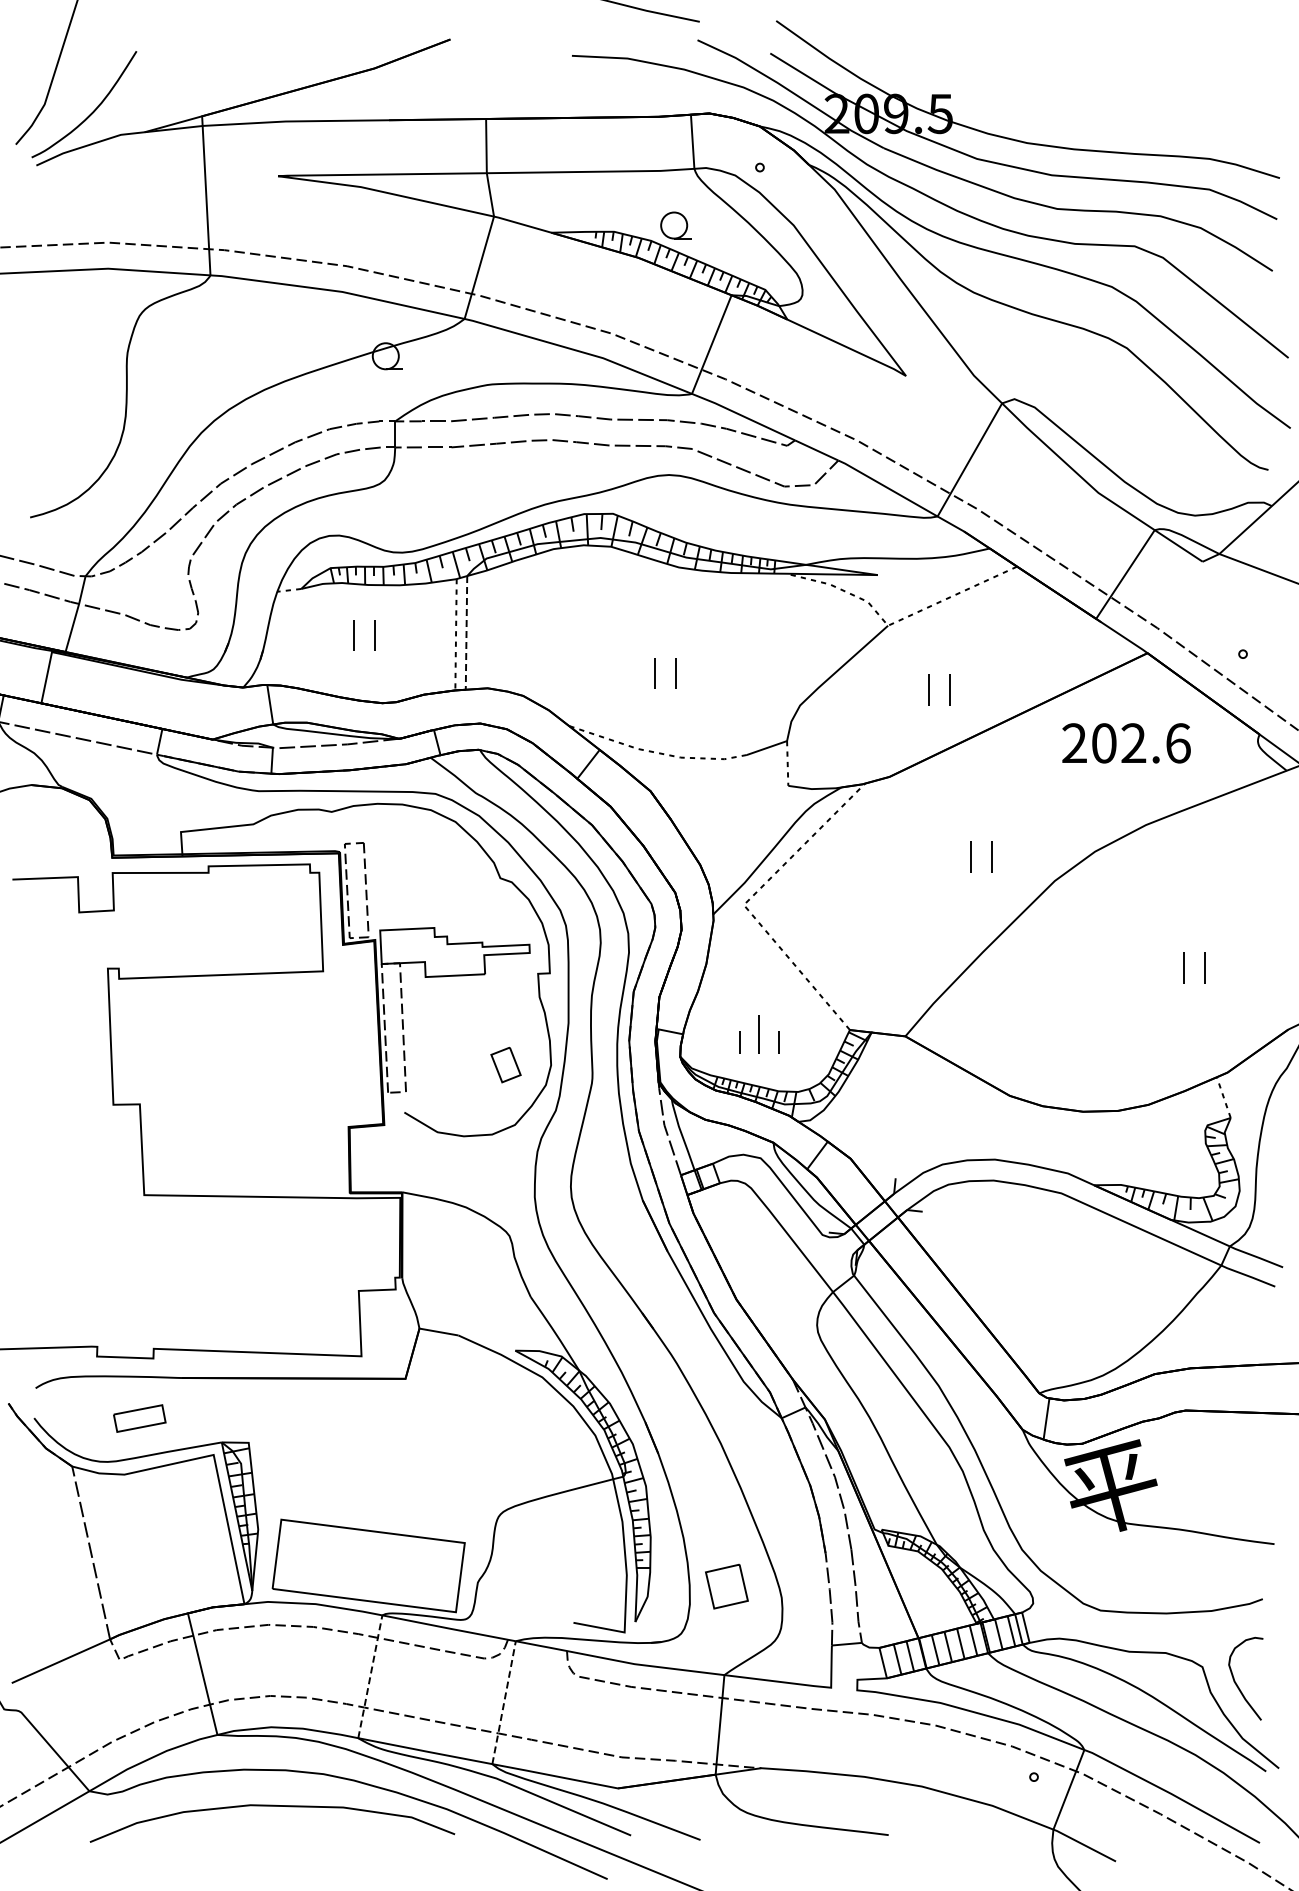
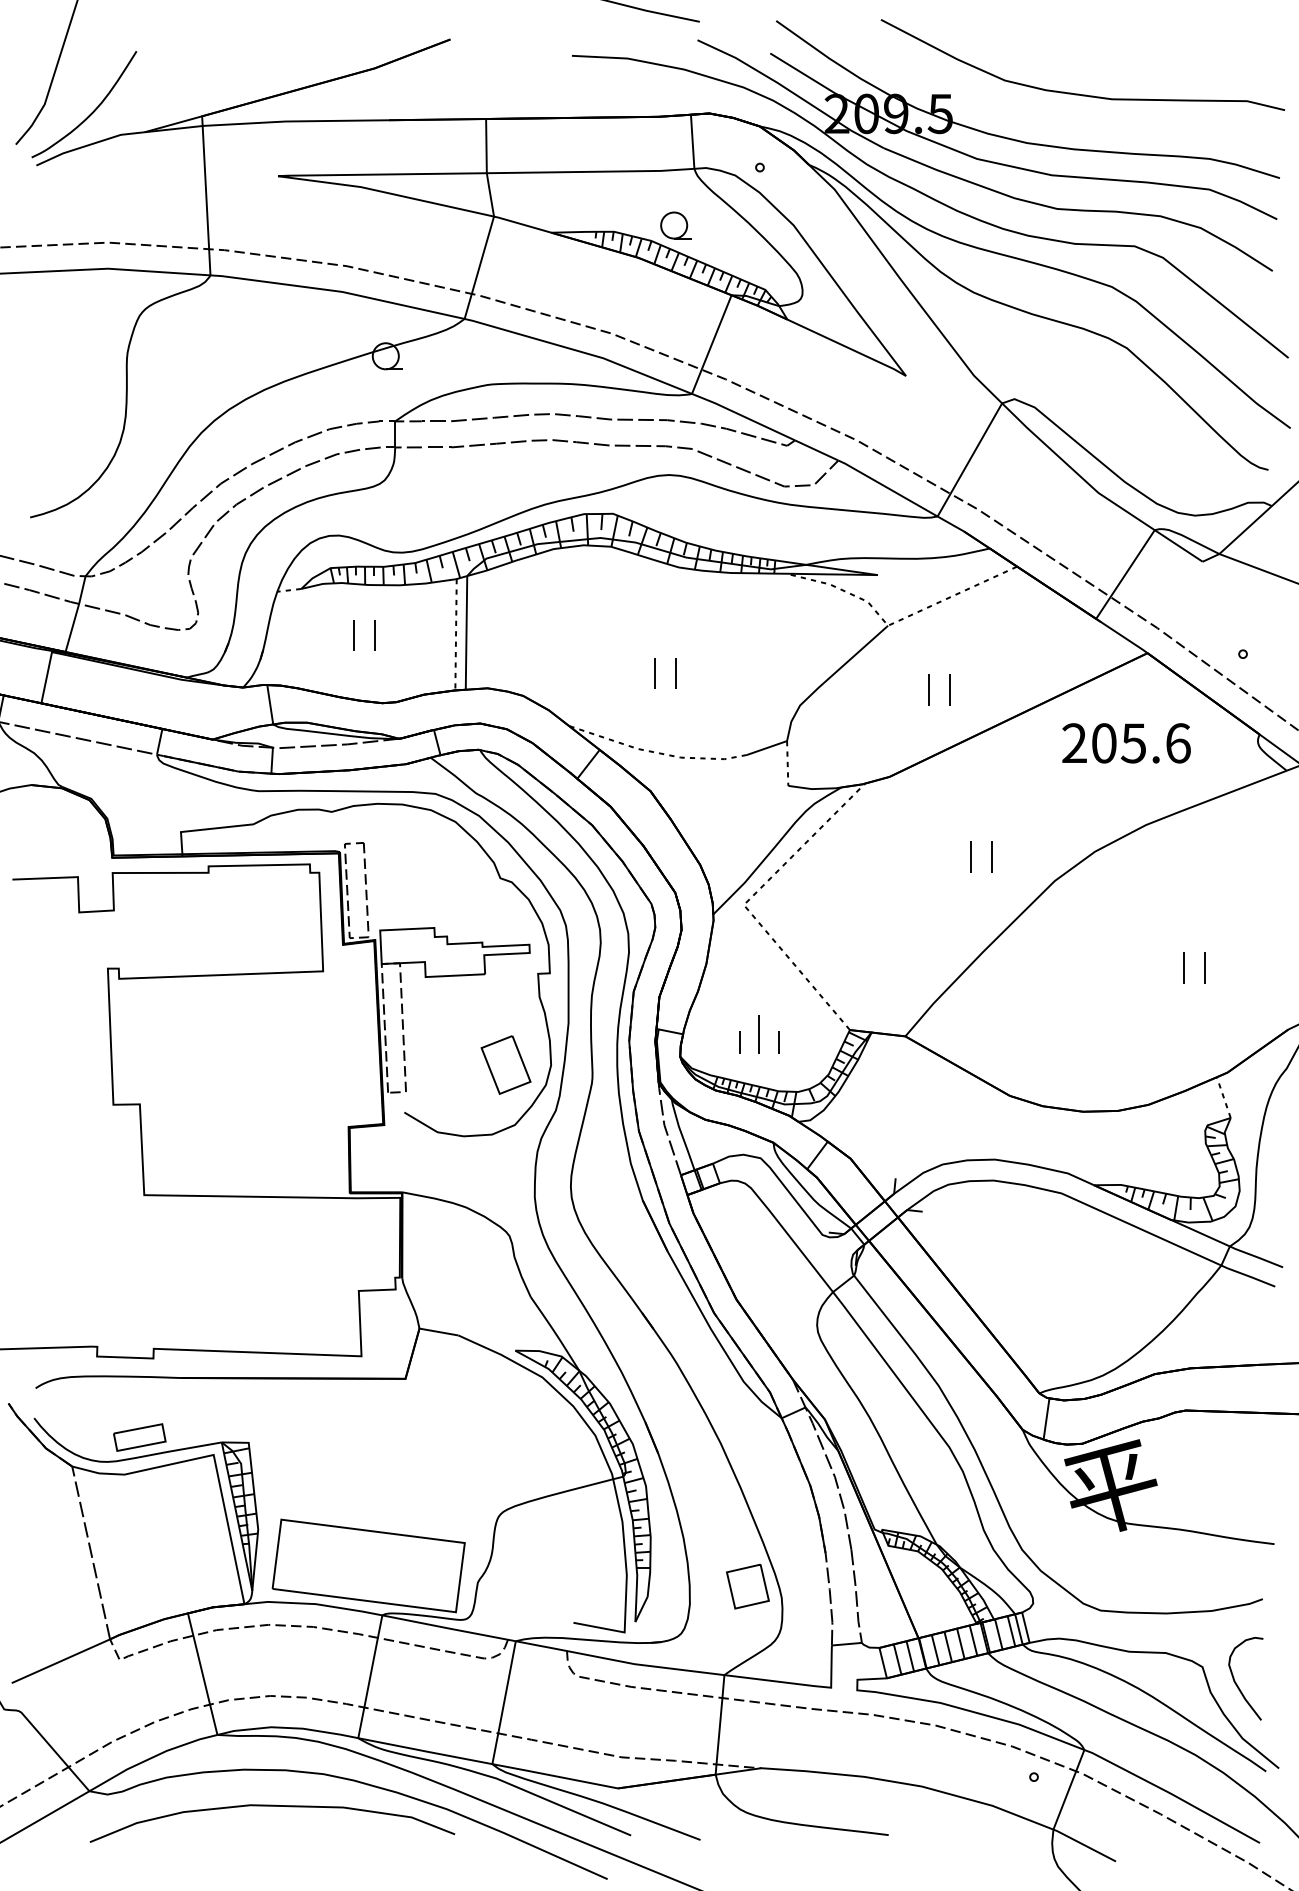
curve at (1079, 93): none -> present
line at (466, 632): dashed -> solid
text at (1133, 743): 202.6 -> 205.6
part at (505, 1064) size: 32x38 px -> 52x60 px
part at (139, 1418) position: (139, 1418) -> (139, 1437)
part at (726, 1586) position: (726, 1586) -> (747, 1586)
line at (370, 1677): dashed -> solid
line at (504, 1702): dashed -> solid
